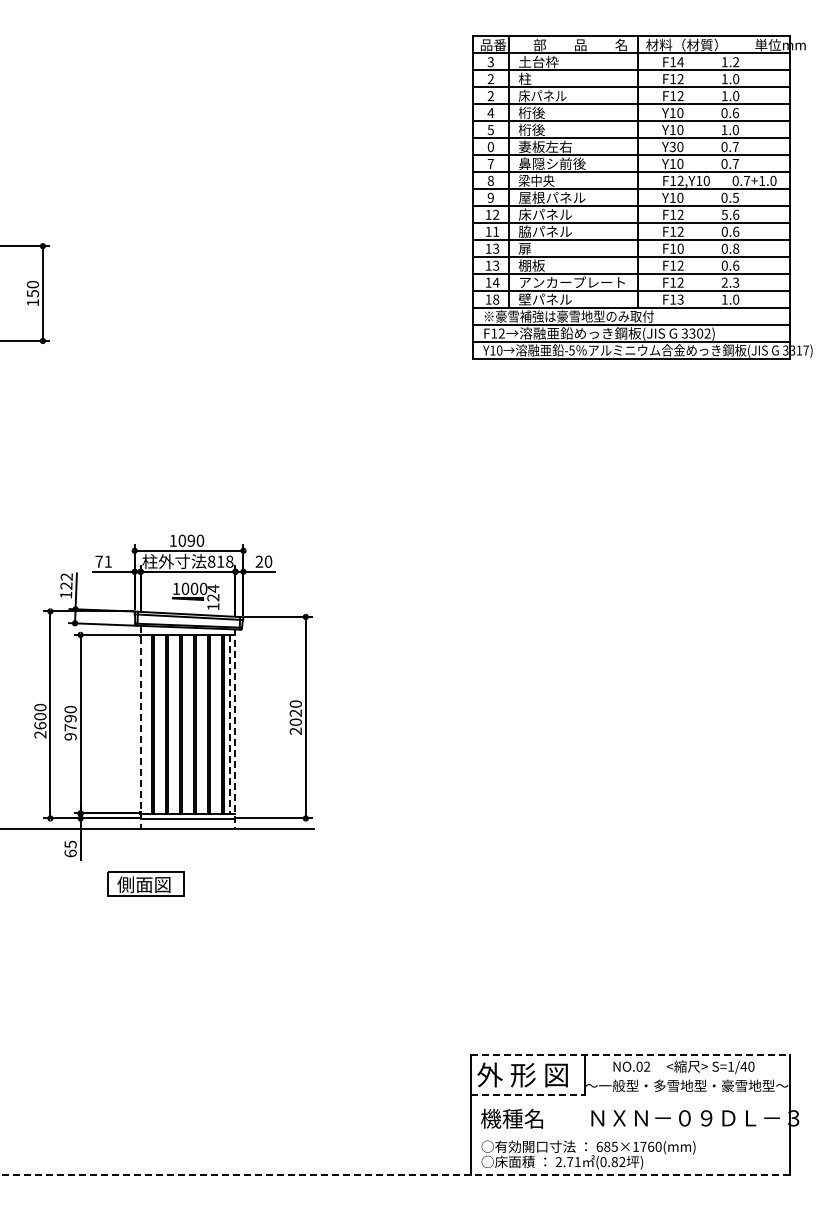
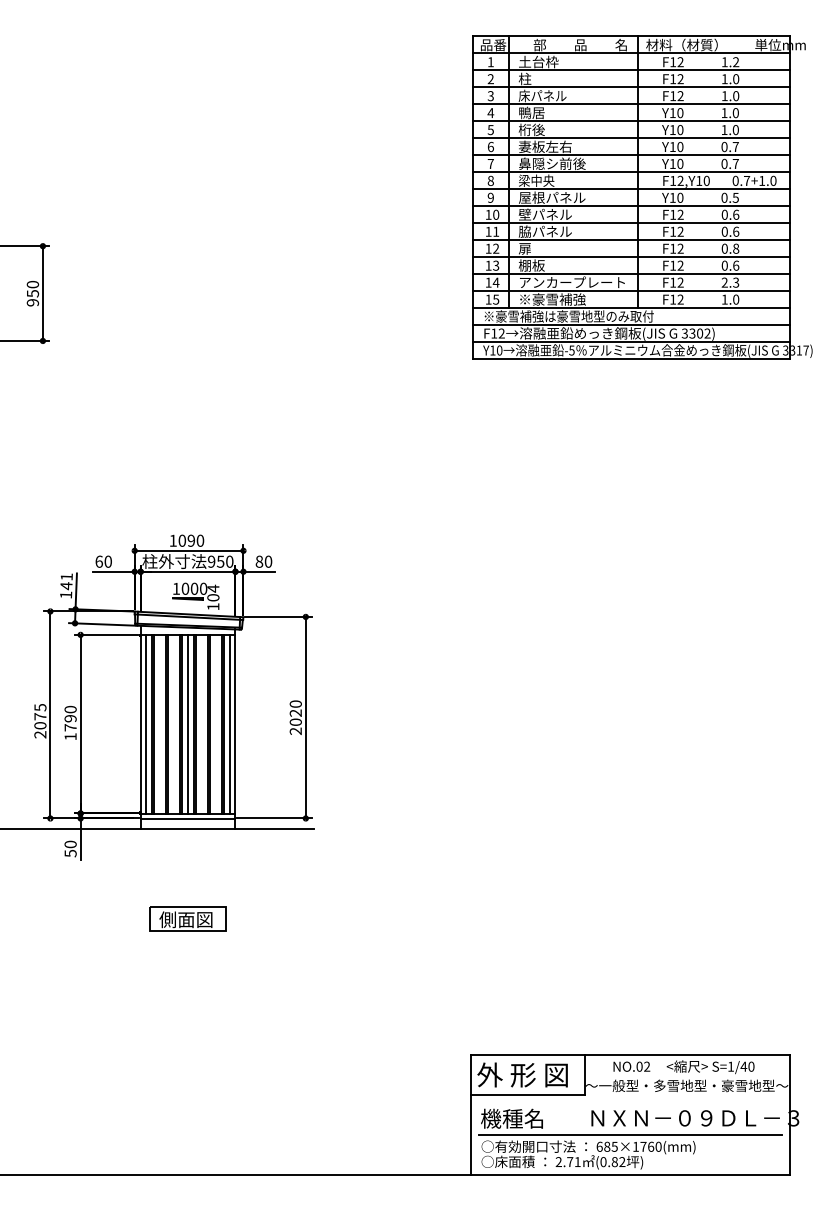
text at (490, 62): 3 -> 1
text at (680, 62): F14 -> F12
text at (490, 96): 2 -> 3
text at (531, 112): 桁後 -> 鴨居
text at (729, 113): 0.6 -> 1.0
text at (490, 146): 0 -> 6
text at (672, 146): Y30 -> Y10
text at (496, 214): 12 -> 10
text at (524, 214): 床パネル -> 壁パネル
text at (724, 214): 5.6 -> 0.6
text at (496, 248): 13 -> 12
text at (680, 248): F10 -> F12
text at (496, 299): 18 -> 15
text at (551, 299): 壁パネル -> ※豪雪補強
text at (680, 299): F13 -> F12
text at (32, 302): 150 -> 950
text at (103, 561): 71 -> 60
text at (220, 561): 818 -> 950
text at (259, 561): 20 -> 80
text at (66, 581): 122 -> 141
text at (213, 597): 124 -> 104
text at (40, 716): 2600 -> 2075
line at (146, 723): none -> present
line at (188, 723): none -> present
line at (229, 724): dashed -> solid
line at (140, 727): dashed -> solid
line at (235, 728): dashed -> solid
text at (70, 736): 9790 -> 1790
text at (70, 848): 65 -> 50
part at (145, 883) position: (145, 883) -> (187, 918)
line at (630, 1054): dashed -> solid
line at (528, 1094): dashed -> solid
line at (630, 1134): none -> present
line at (395, 1174): dashed -> solid
